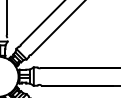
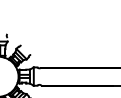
line at (7, 17): present -> none
line at (41, 23): present -> none
line at (57, 28): present -> none
